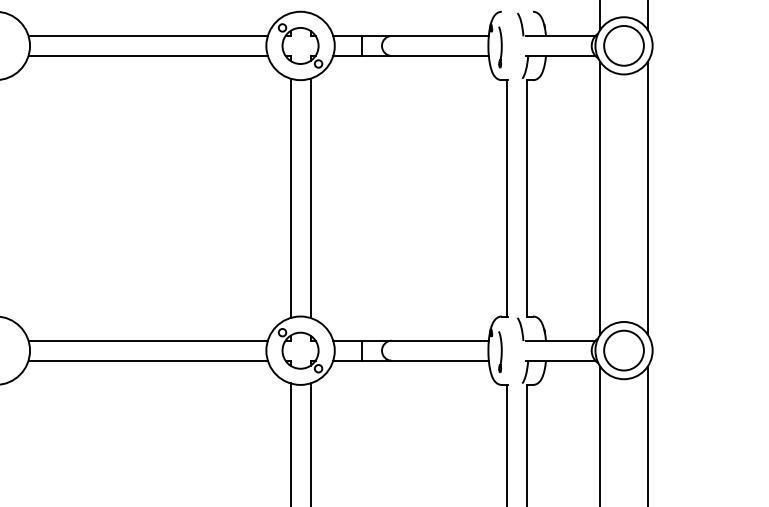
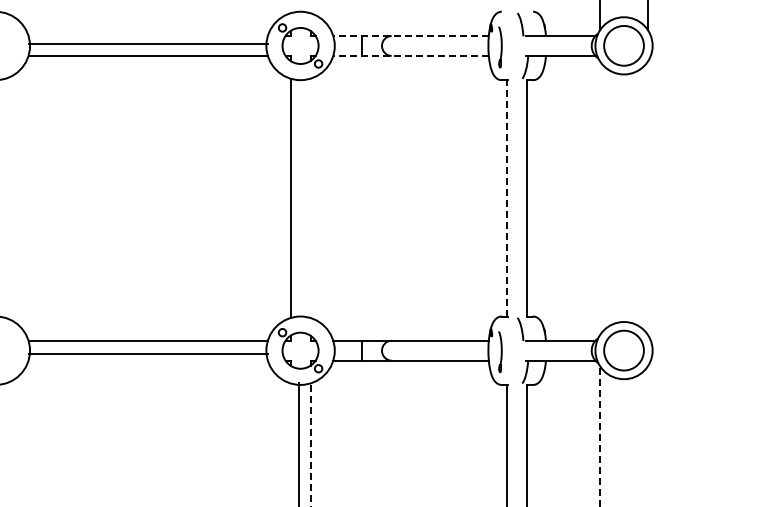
line at (147, 36) position: (147, 36) -> (147, 44)
line at (411, 36): solid -> dashed
line at (411, 55): solid -> dashed
line at (310, 197): present -> none
line at (507, 197): solid -> dashed
line at (600, 197): present -> none
line at (647, 197): present -> none
line at (147, 360) position: (147, 360) -> (147, 353)
line at (647, 434): present -> none
line at (600, 436): solid -> dashed
line at (290, 443) position: (290, 443) -> (298, 443)
line at (310, 444): solid -> dashed
